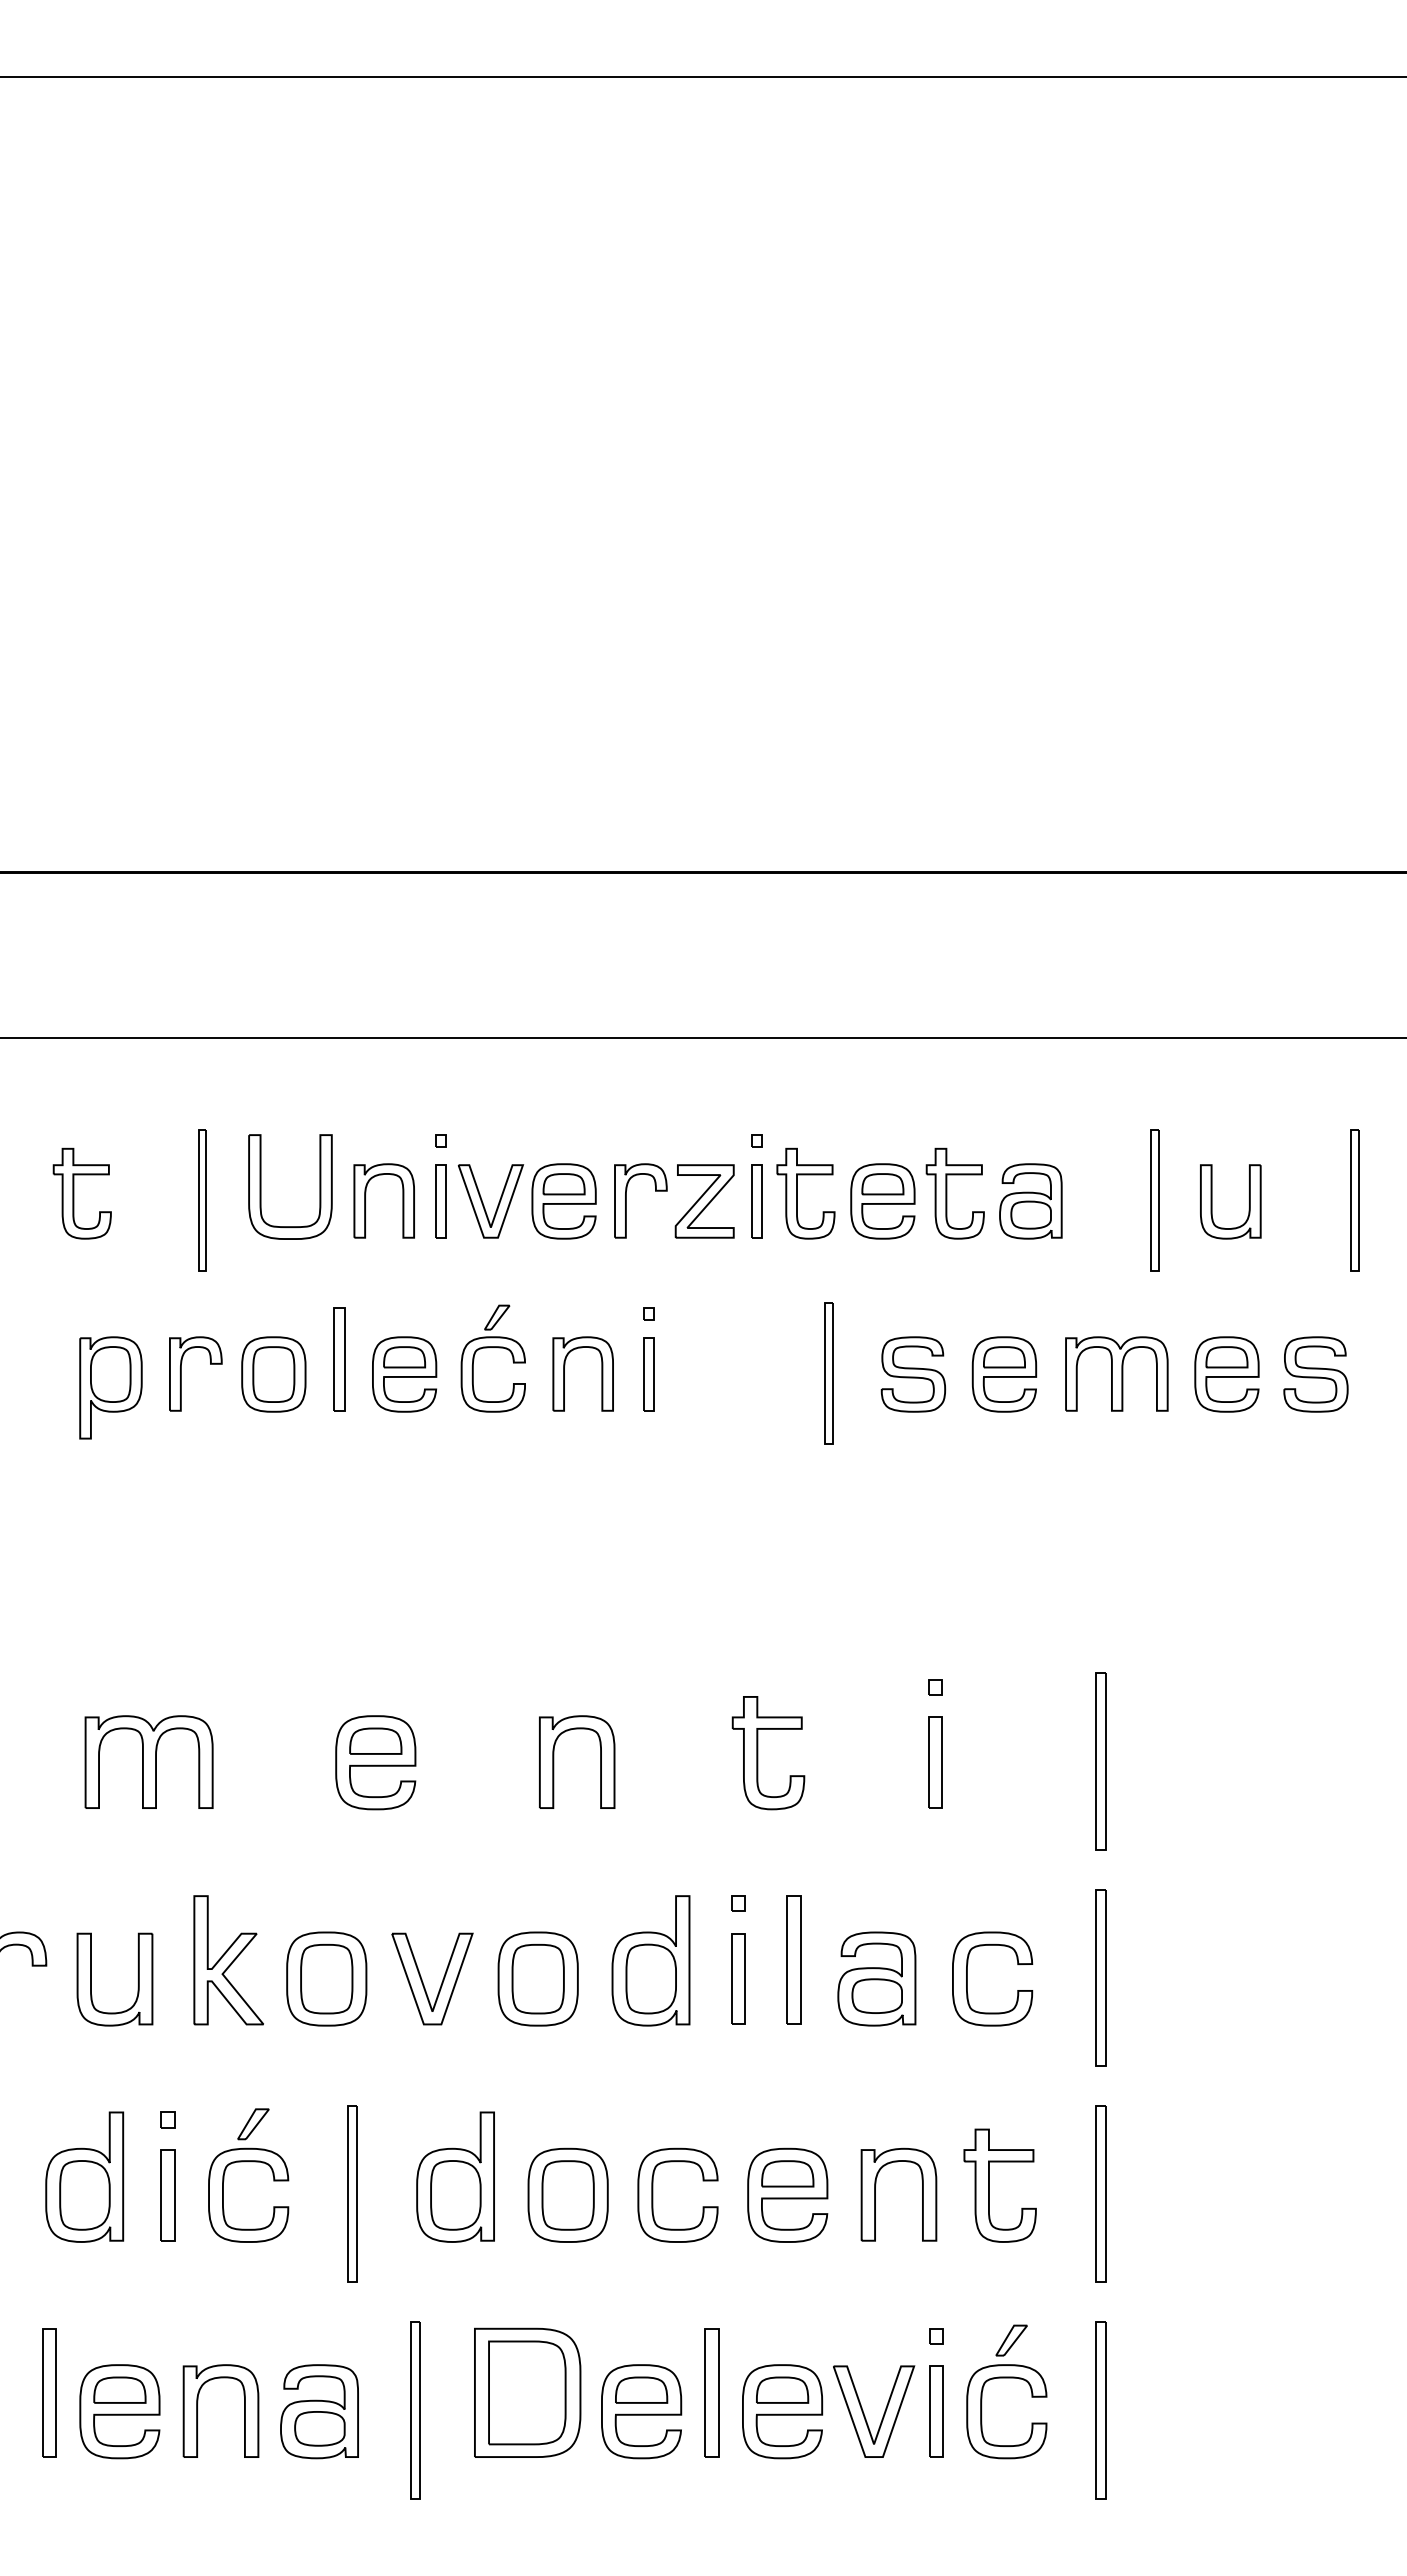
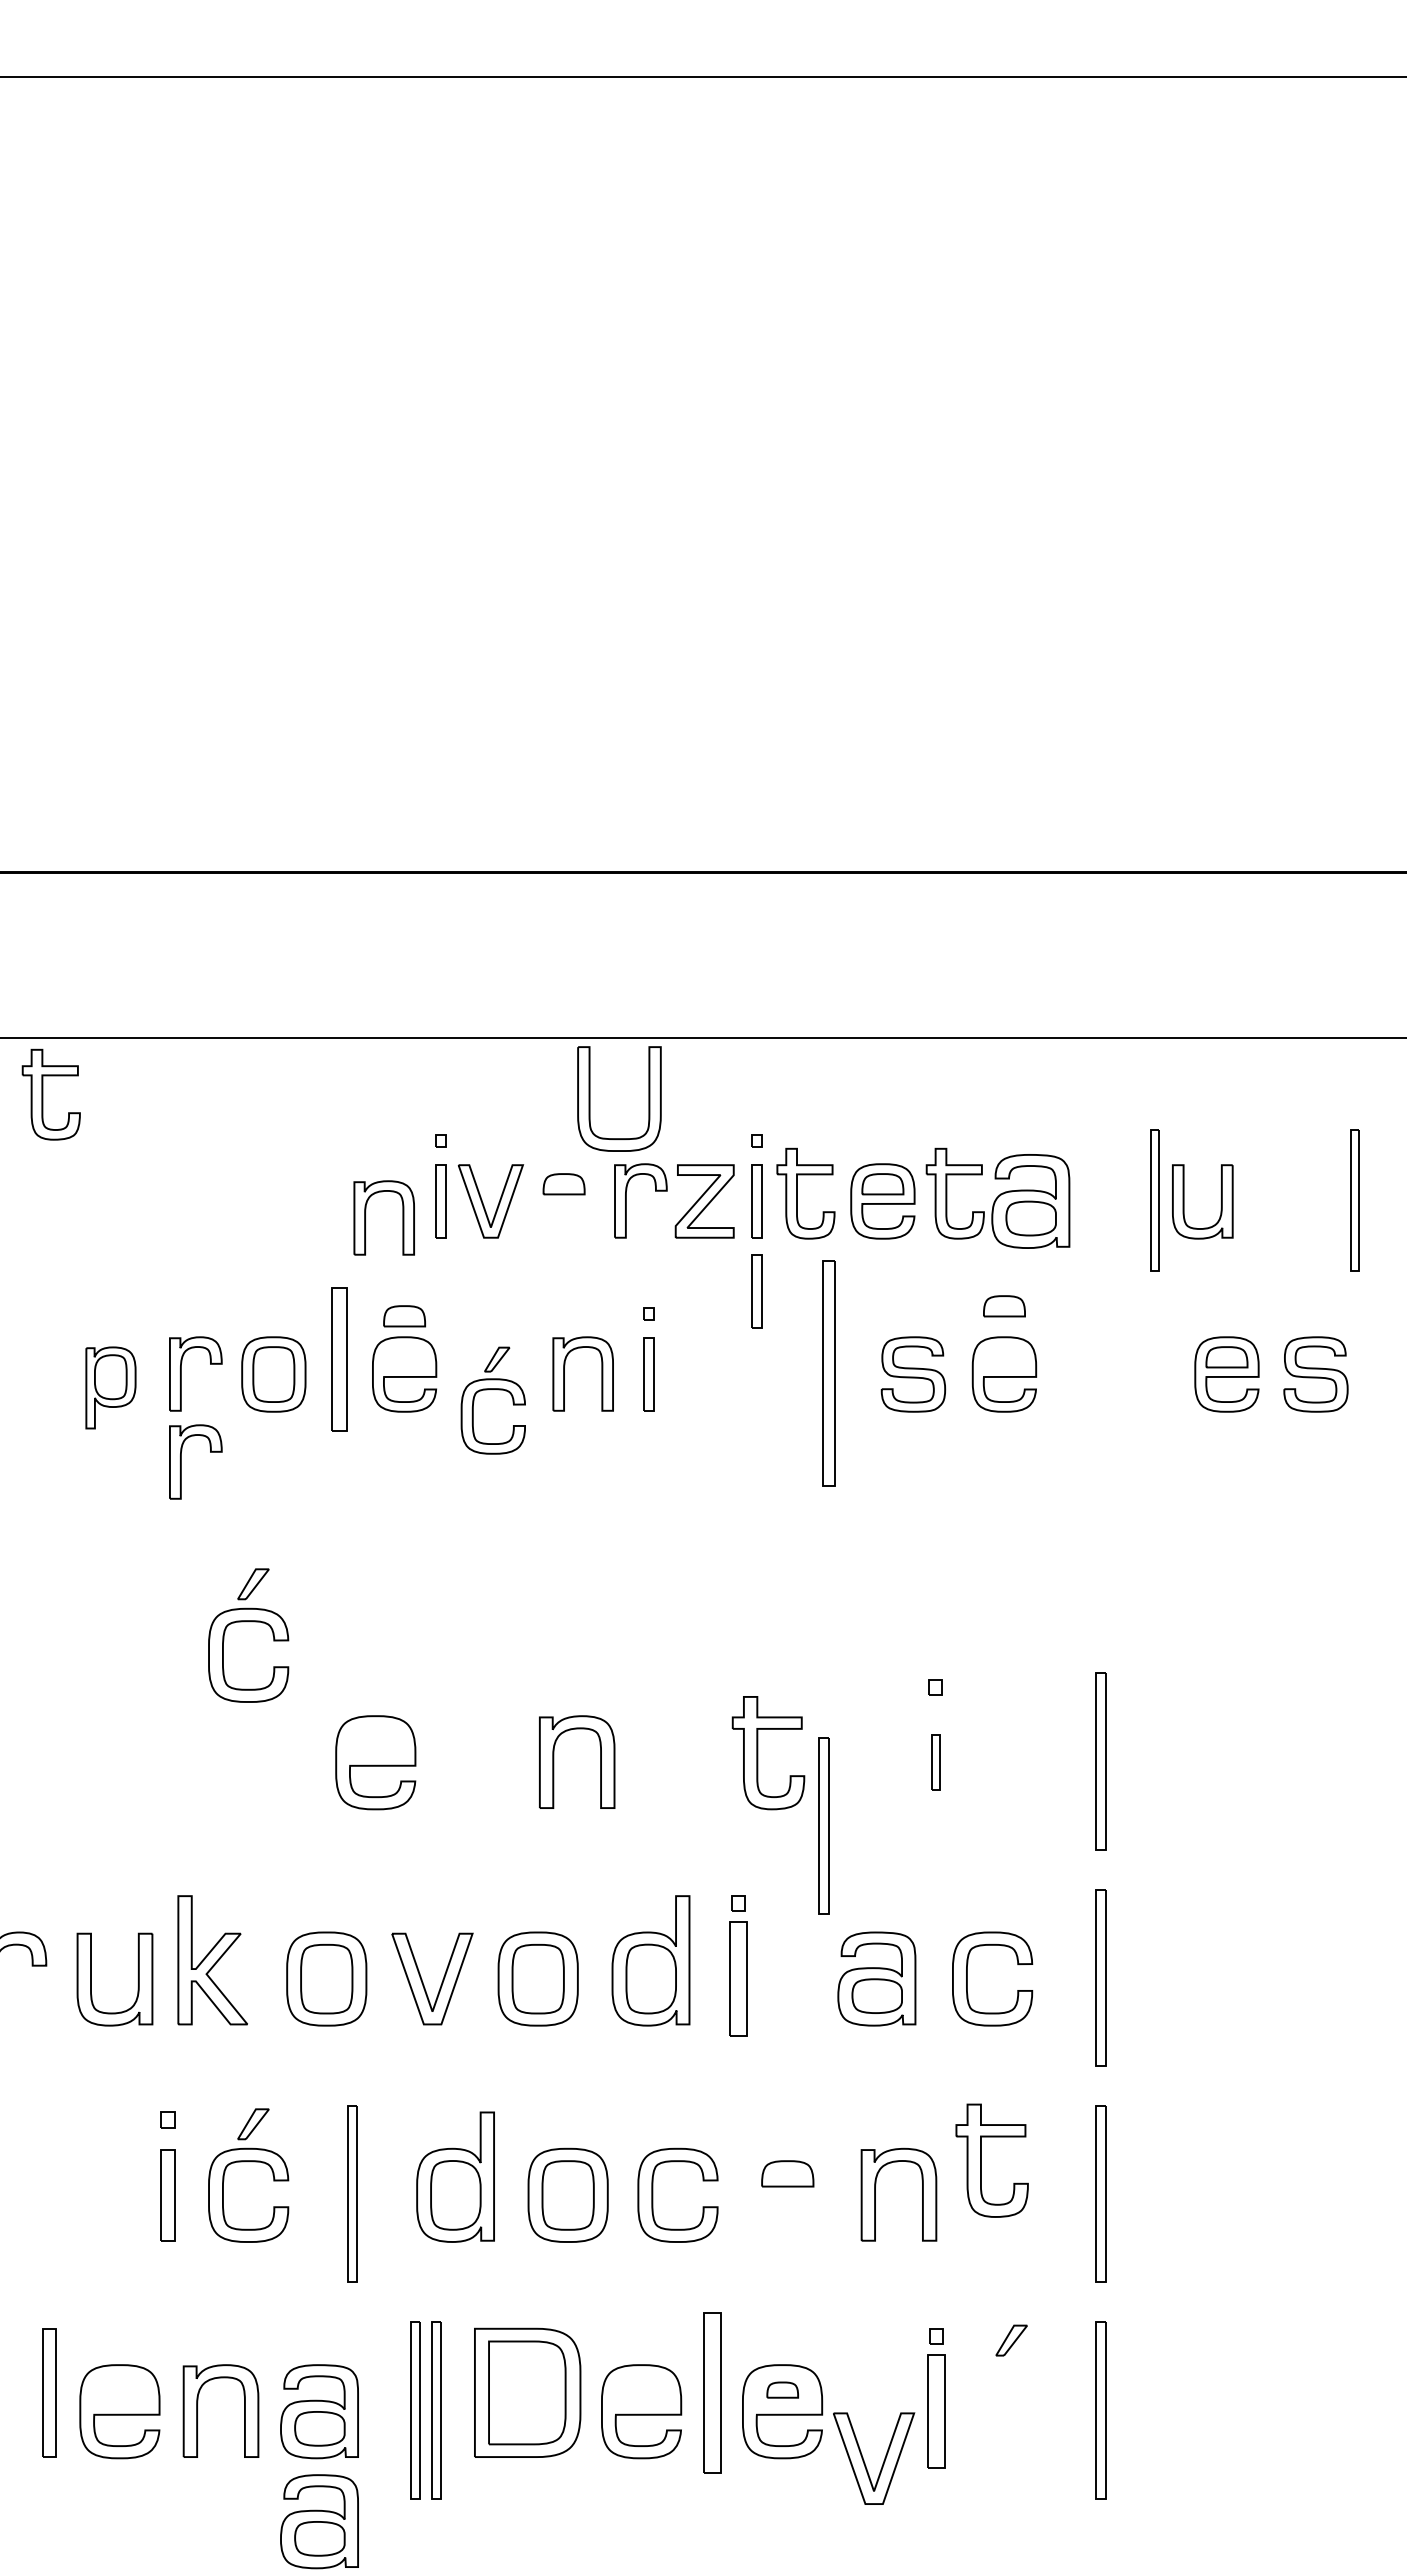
part at (261, 1186) position: (261, 1186) -> (590, 1098)
part at (74, 1193) position: (74, 1193) -> (43, 1094)
part at (202, 1200): present -> none
part at (365, 1200) position: (365, 1200) -> (365, 1217)
part at (563, 1201): present -> none
part at (1030, 1201) size: 64x77 px -> 80x95 px
part at (1212, 1201) position: (1212, 1201) -> (1184, 1201)
part at (756, 1291): none -> present
part at (488, 1348) position: (488, 1348) -> (488, 1390)
part at (404, 1357) position: (404, 1357) -> (404, 1316)
part at (1004, 1357) position: (1004, 1357) -> (1004, 1306)
part at (339, 1359) size: 13x105 px -> 17x145 px
part at (828, 1373) size: 10x143 px -> 14x227 px
part at (1116, 1373): present -> none
part at (110, 1387) size: 64x104 px -> 52x84 px
part at (181, 1461): none -> present
part at (248, 1622): none -> present
part at (375, 1740): present -> none
part at (148, 1761): present -> none
part at (935, 1762) size: 15x93 px -> 10x57 px
part at (823, 1825): none -> present
part at (793, 1959): present -> none
part at (228, 1960) position: (228, 1960) -> (212, 1960)
part at (738, 1978) size: 15x92 px -> 19x116 px
part at (84, 2176): present -> none
part at (989, 2185) position: (989, 2185) -> (981, 2160)
part at (787, 2194): present -> none
part at (119, 2389): present -> none
part at (641, 2389): present -> none
part at (782, 2389) size: 54x28 px -> 33x18 px
part at (711, 2392) size: 16x130 px -> 19x162 px
part at (436, 2410): none -> present
part at (936, 2411) size: 15x93 px -> 19x115 px
part at (982, 2411): present -> none
part at (883, 2413) position: (883, 2413) -> (883, 2460)
part at (319, 2521): none -> present
